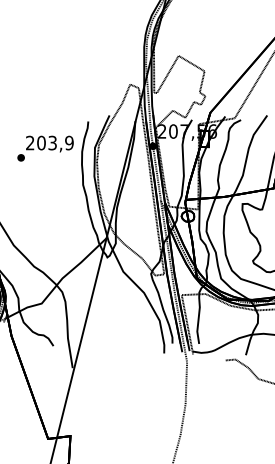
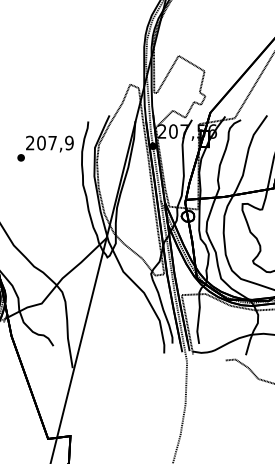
text at (52, 142): 203,9 -> 207,9
